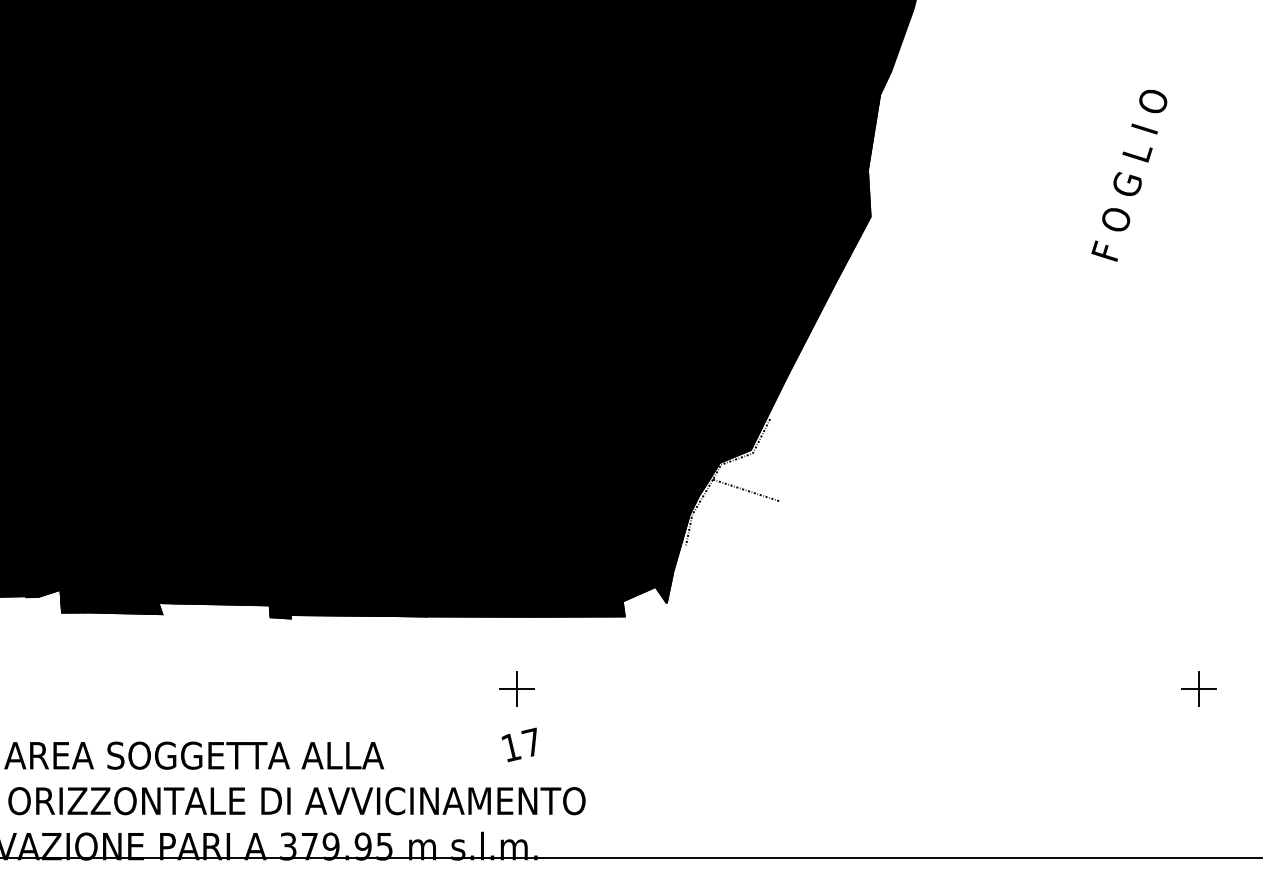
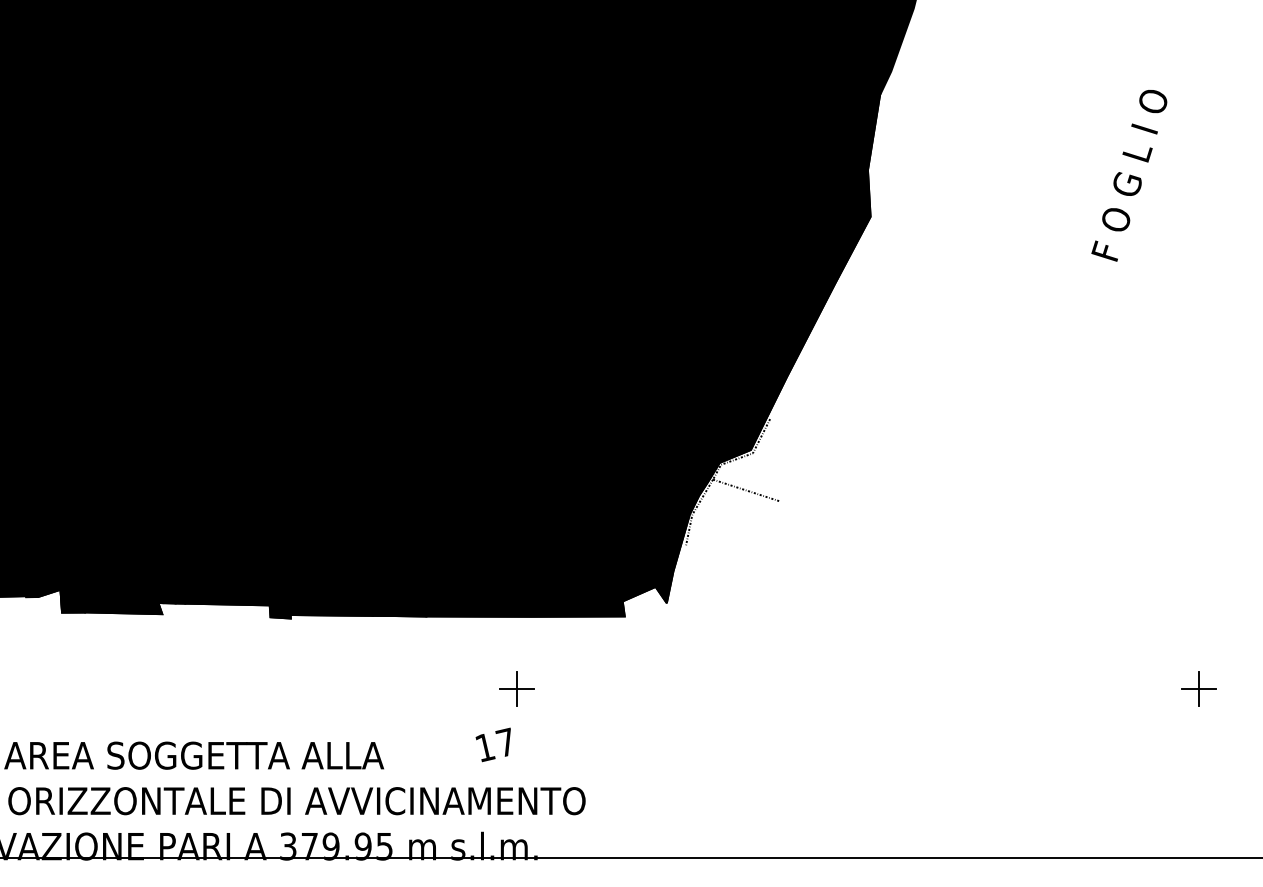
text at (518, 744) position: (518, 744) -> (492, 744)
